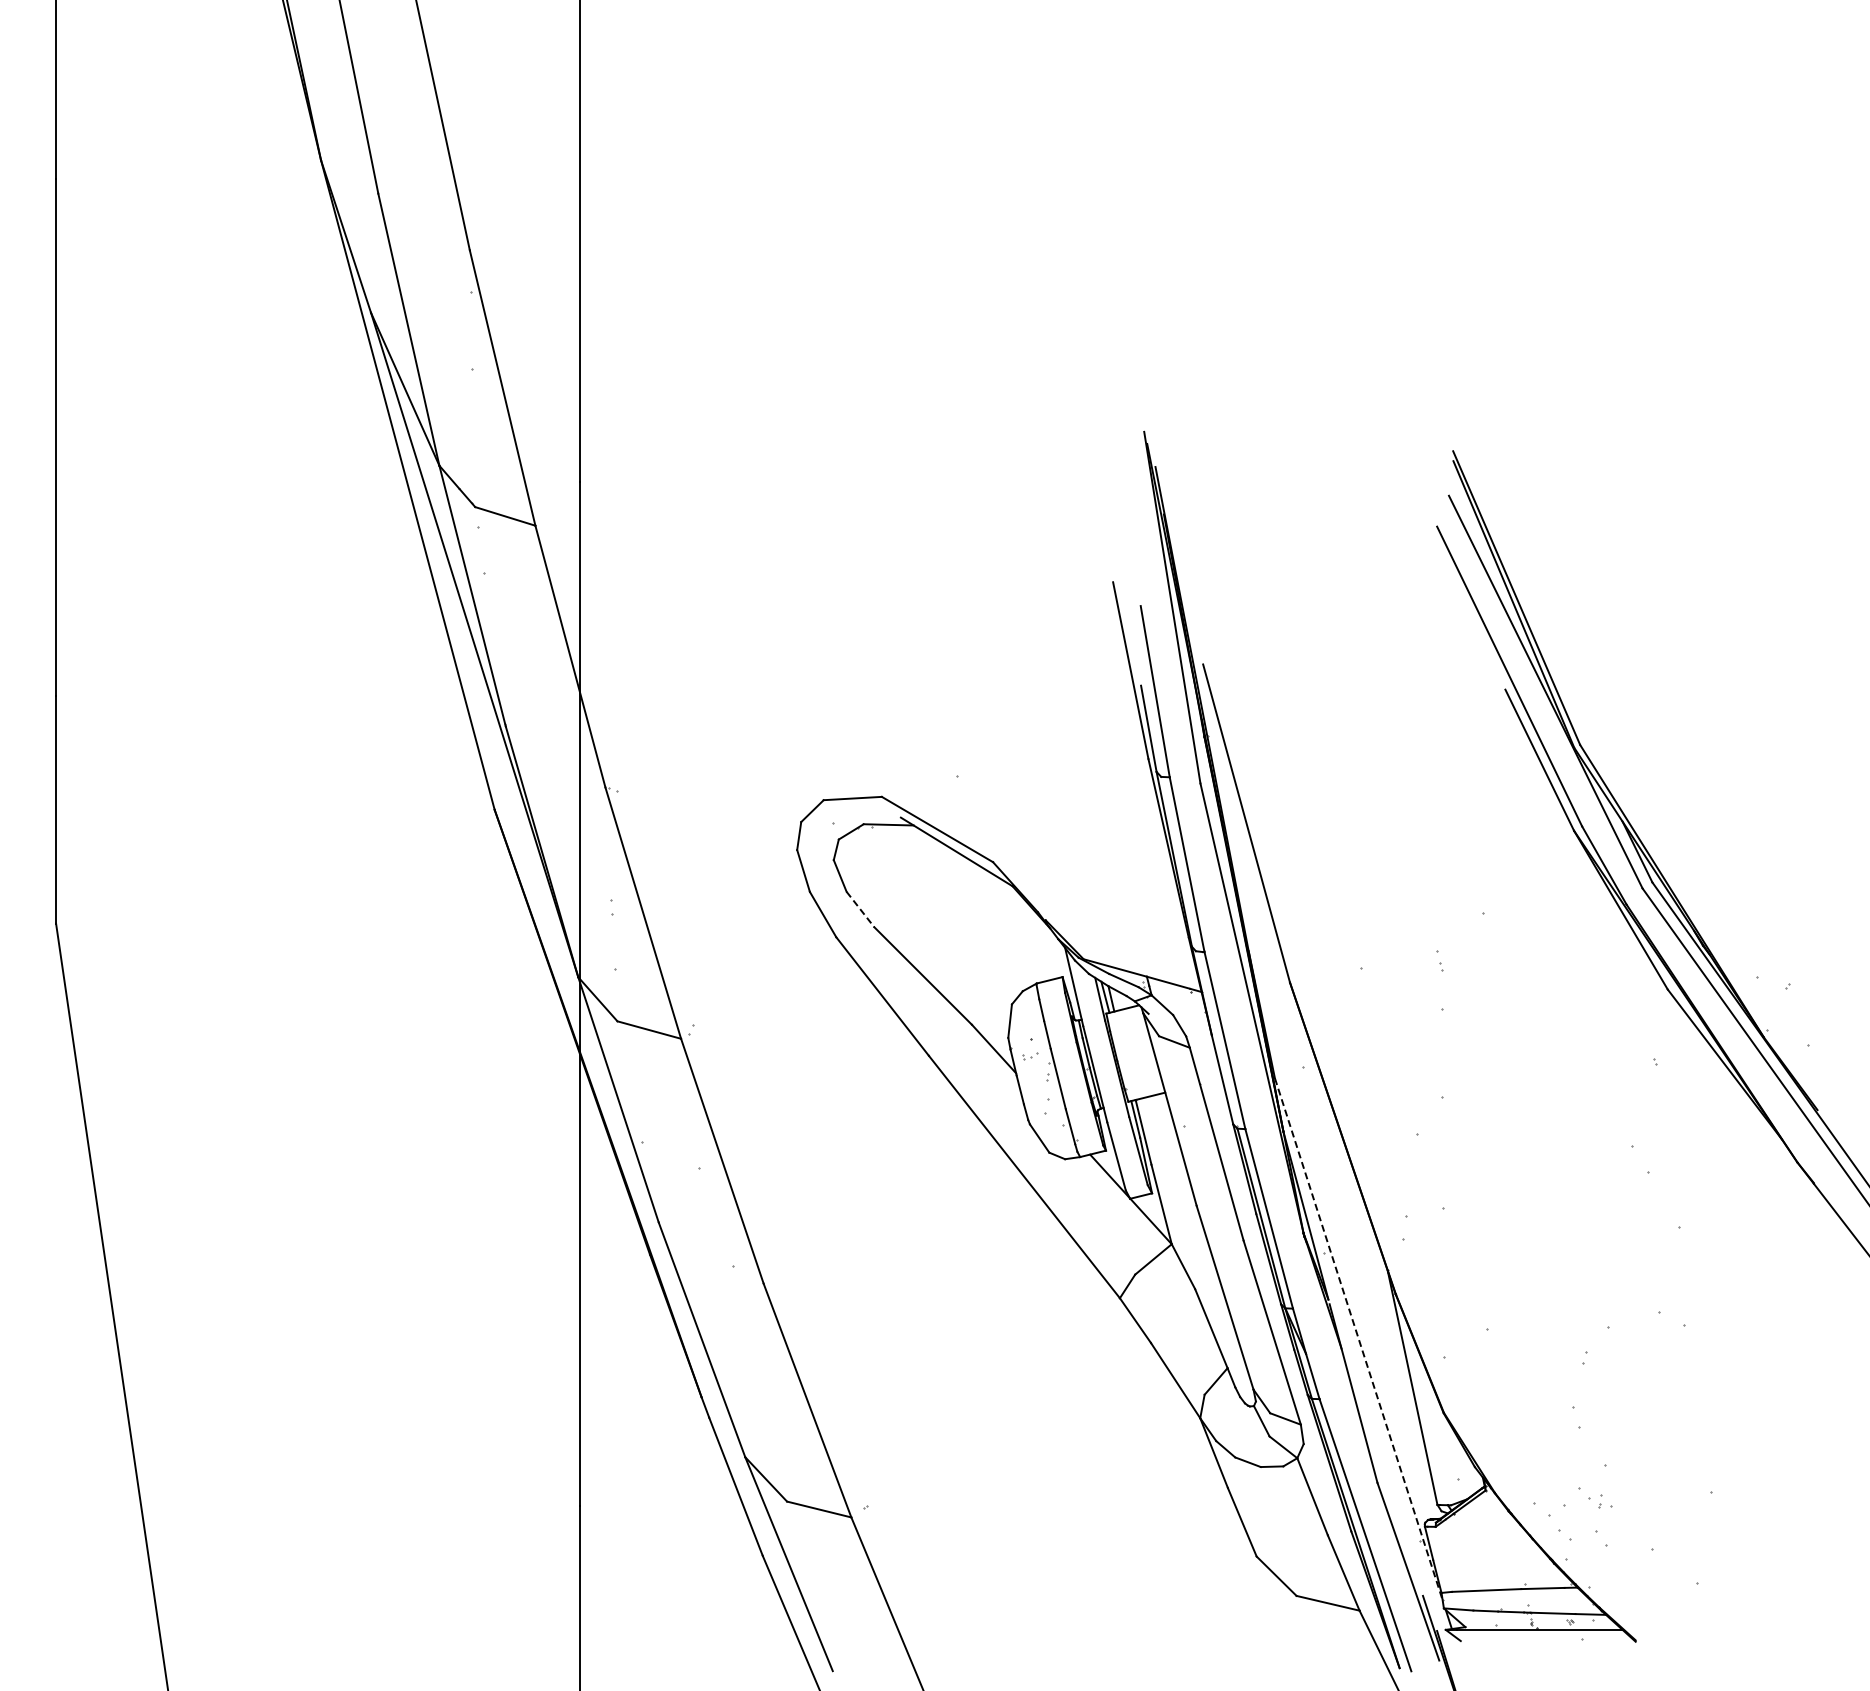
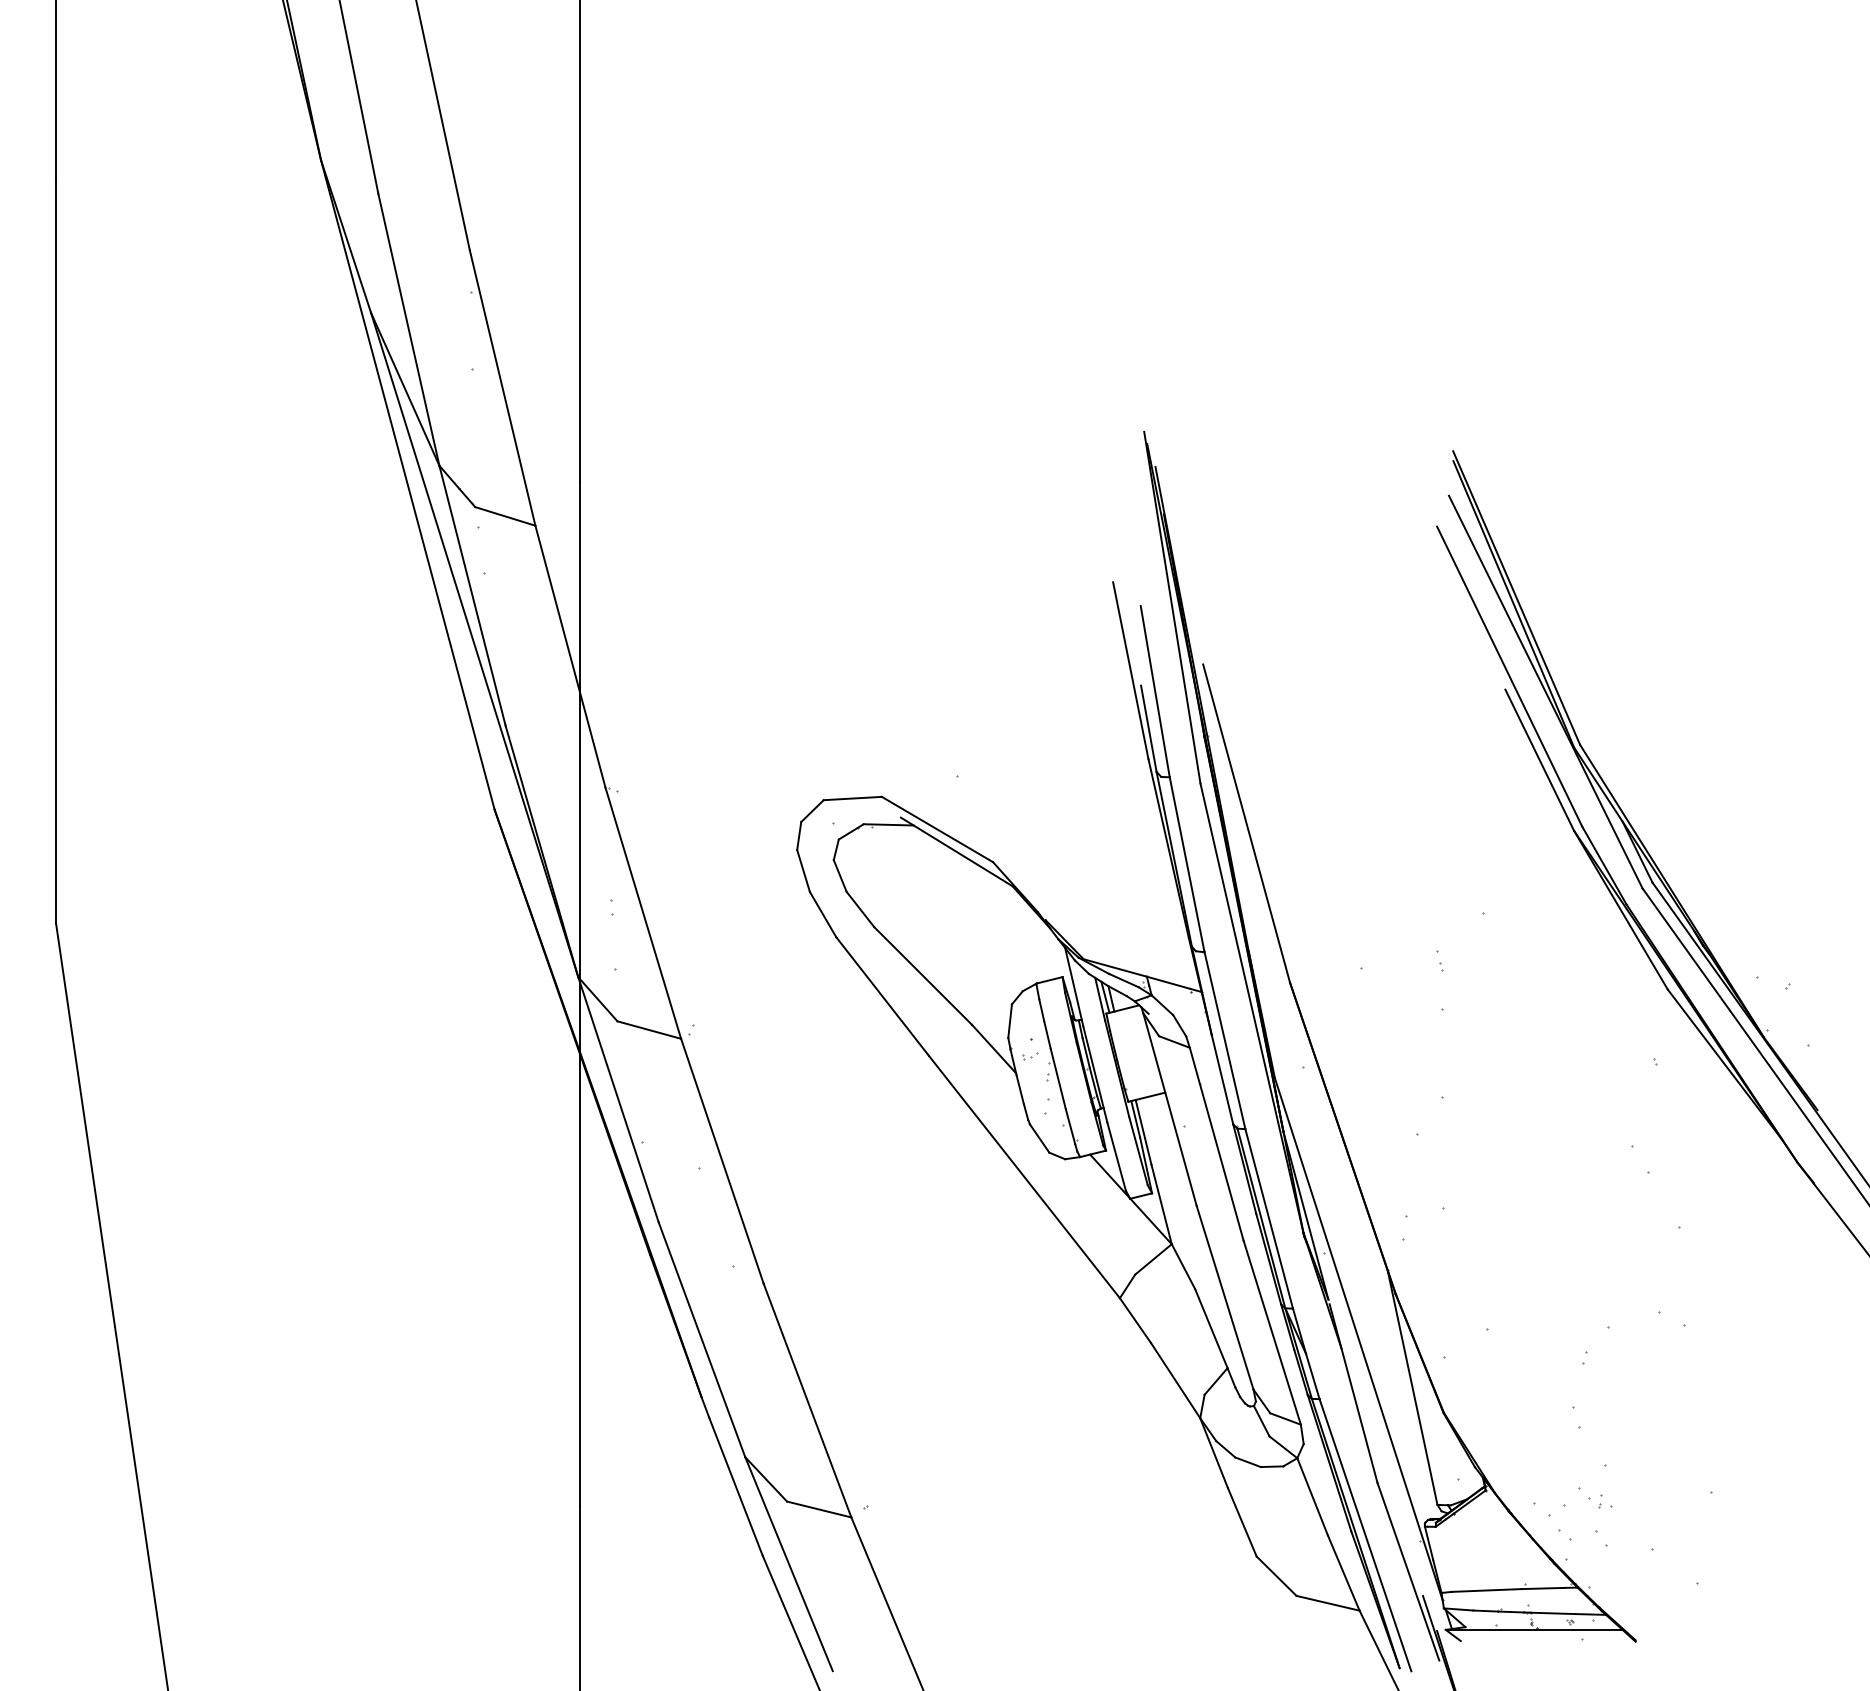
line at (860, 909): dashed -> solid
line at (1358, 1339): dashed -> solid
